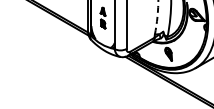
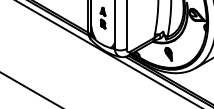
arc at (157, 16): dashed -> solid
line at (107, 53): none -> present
line at (30, 89): none -> present
